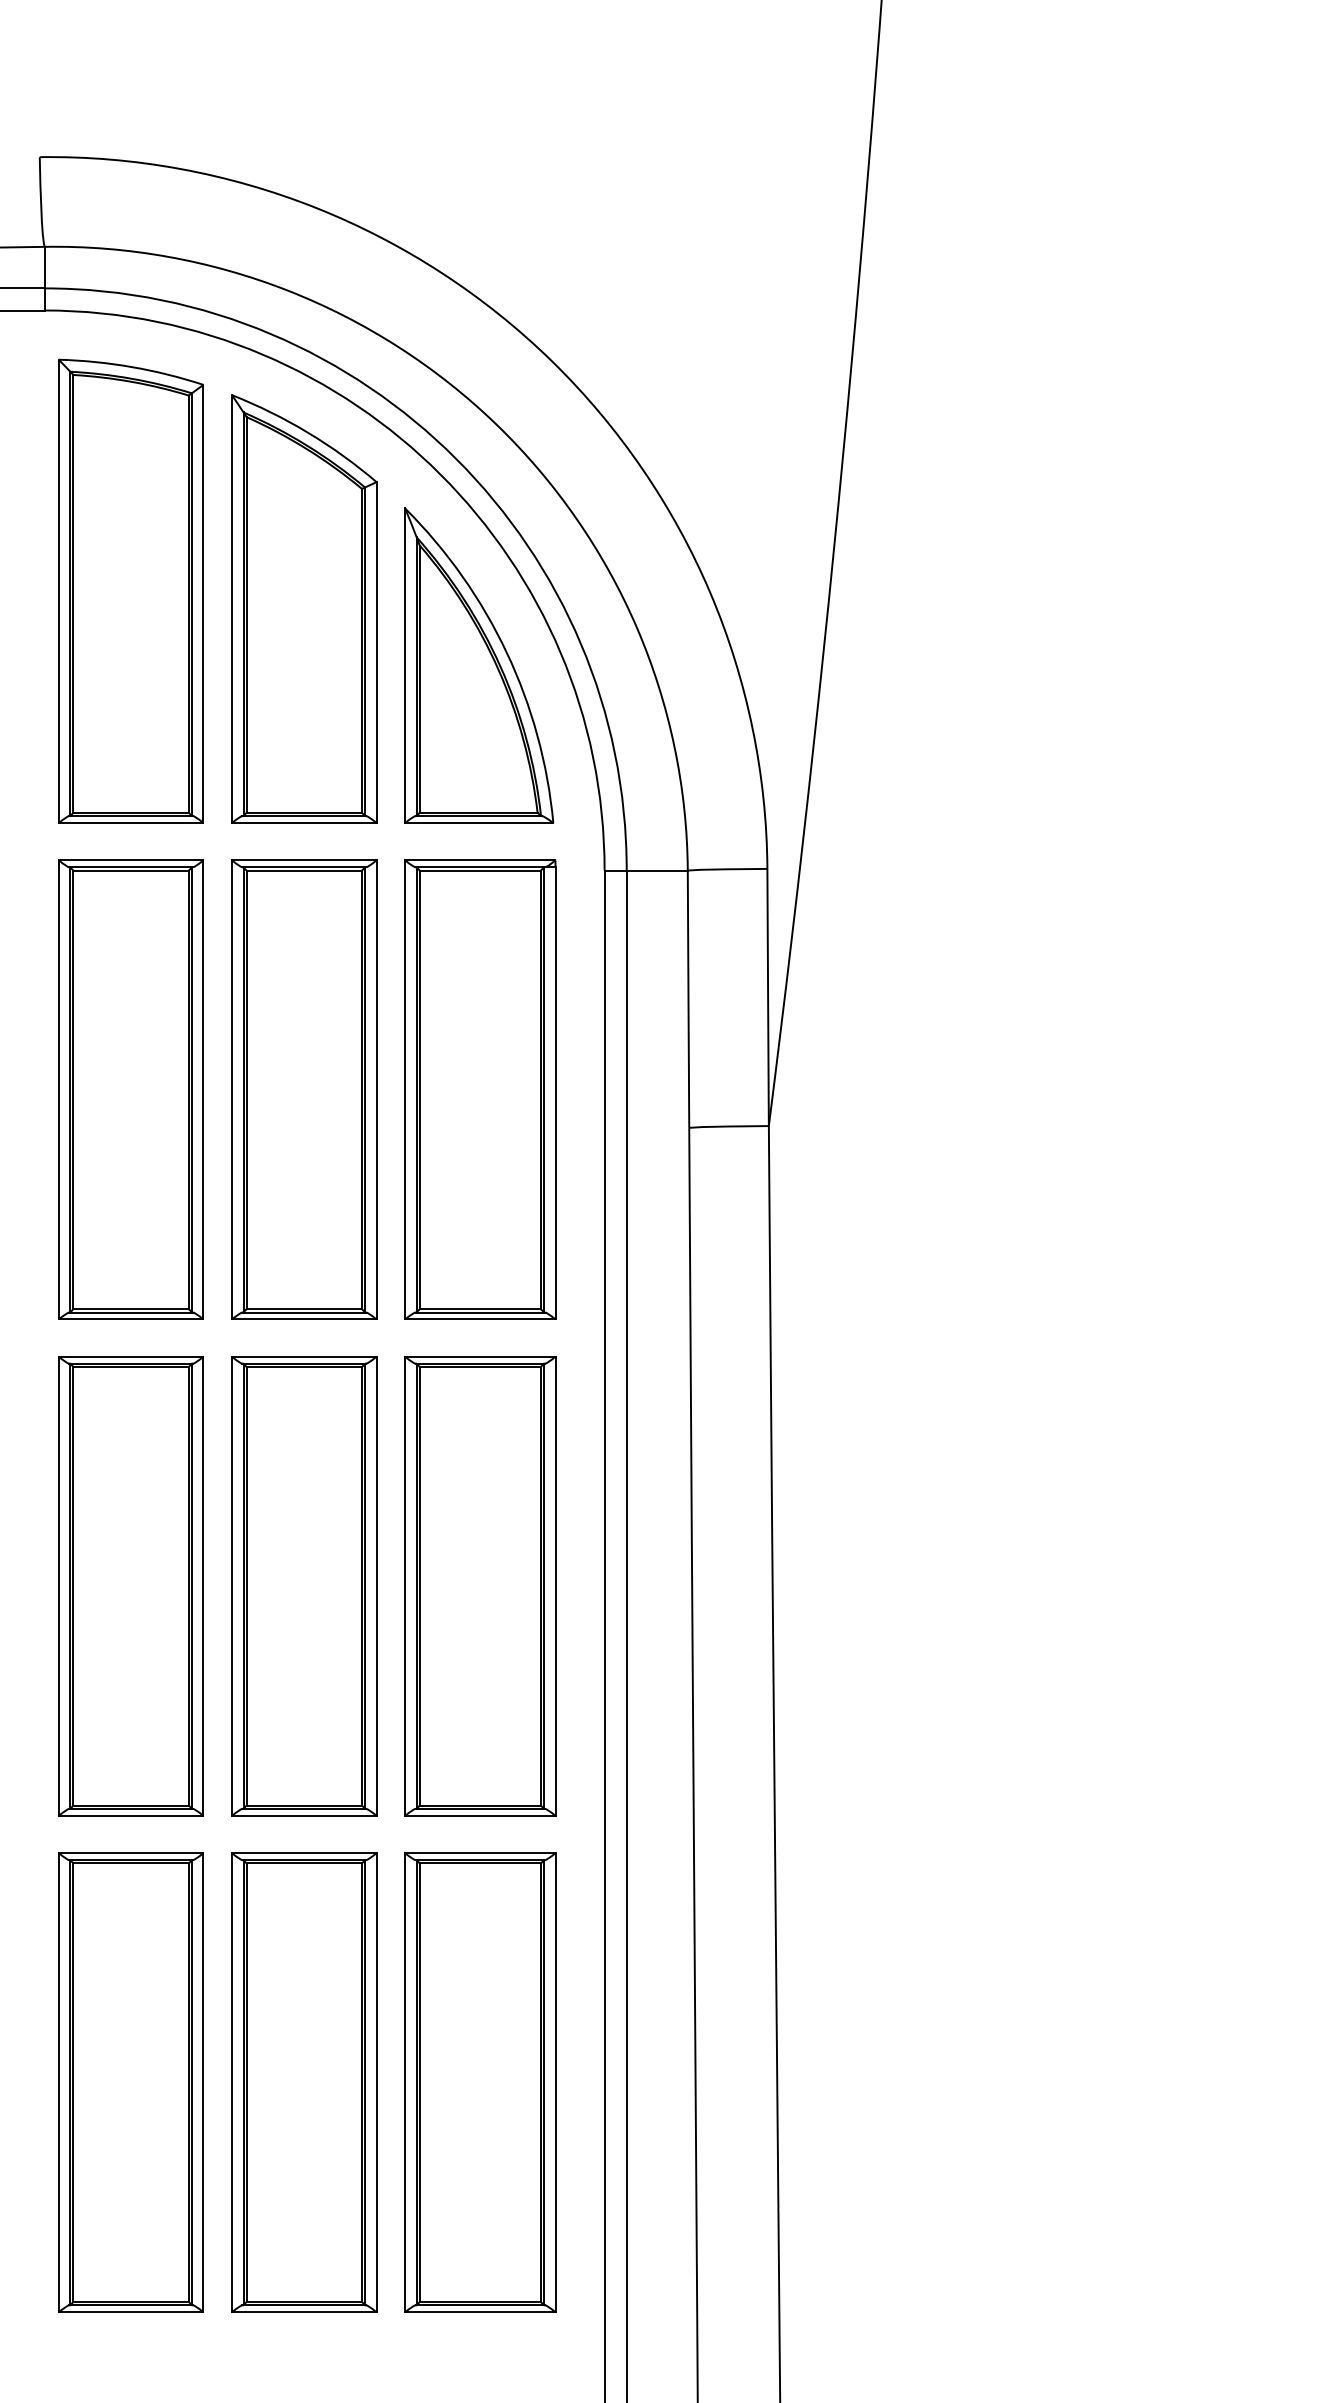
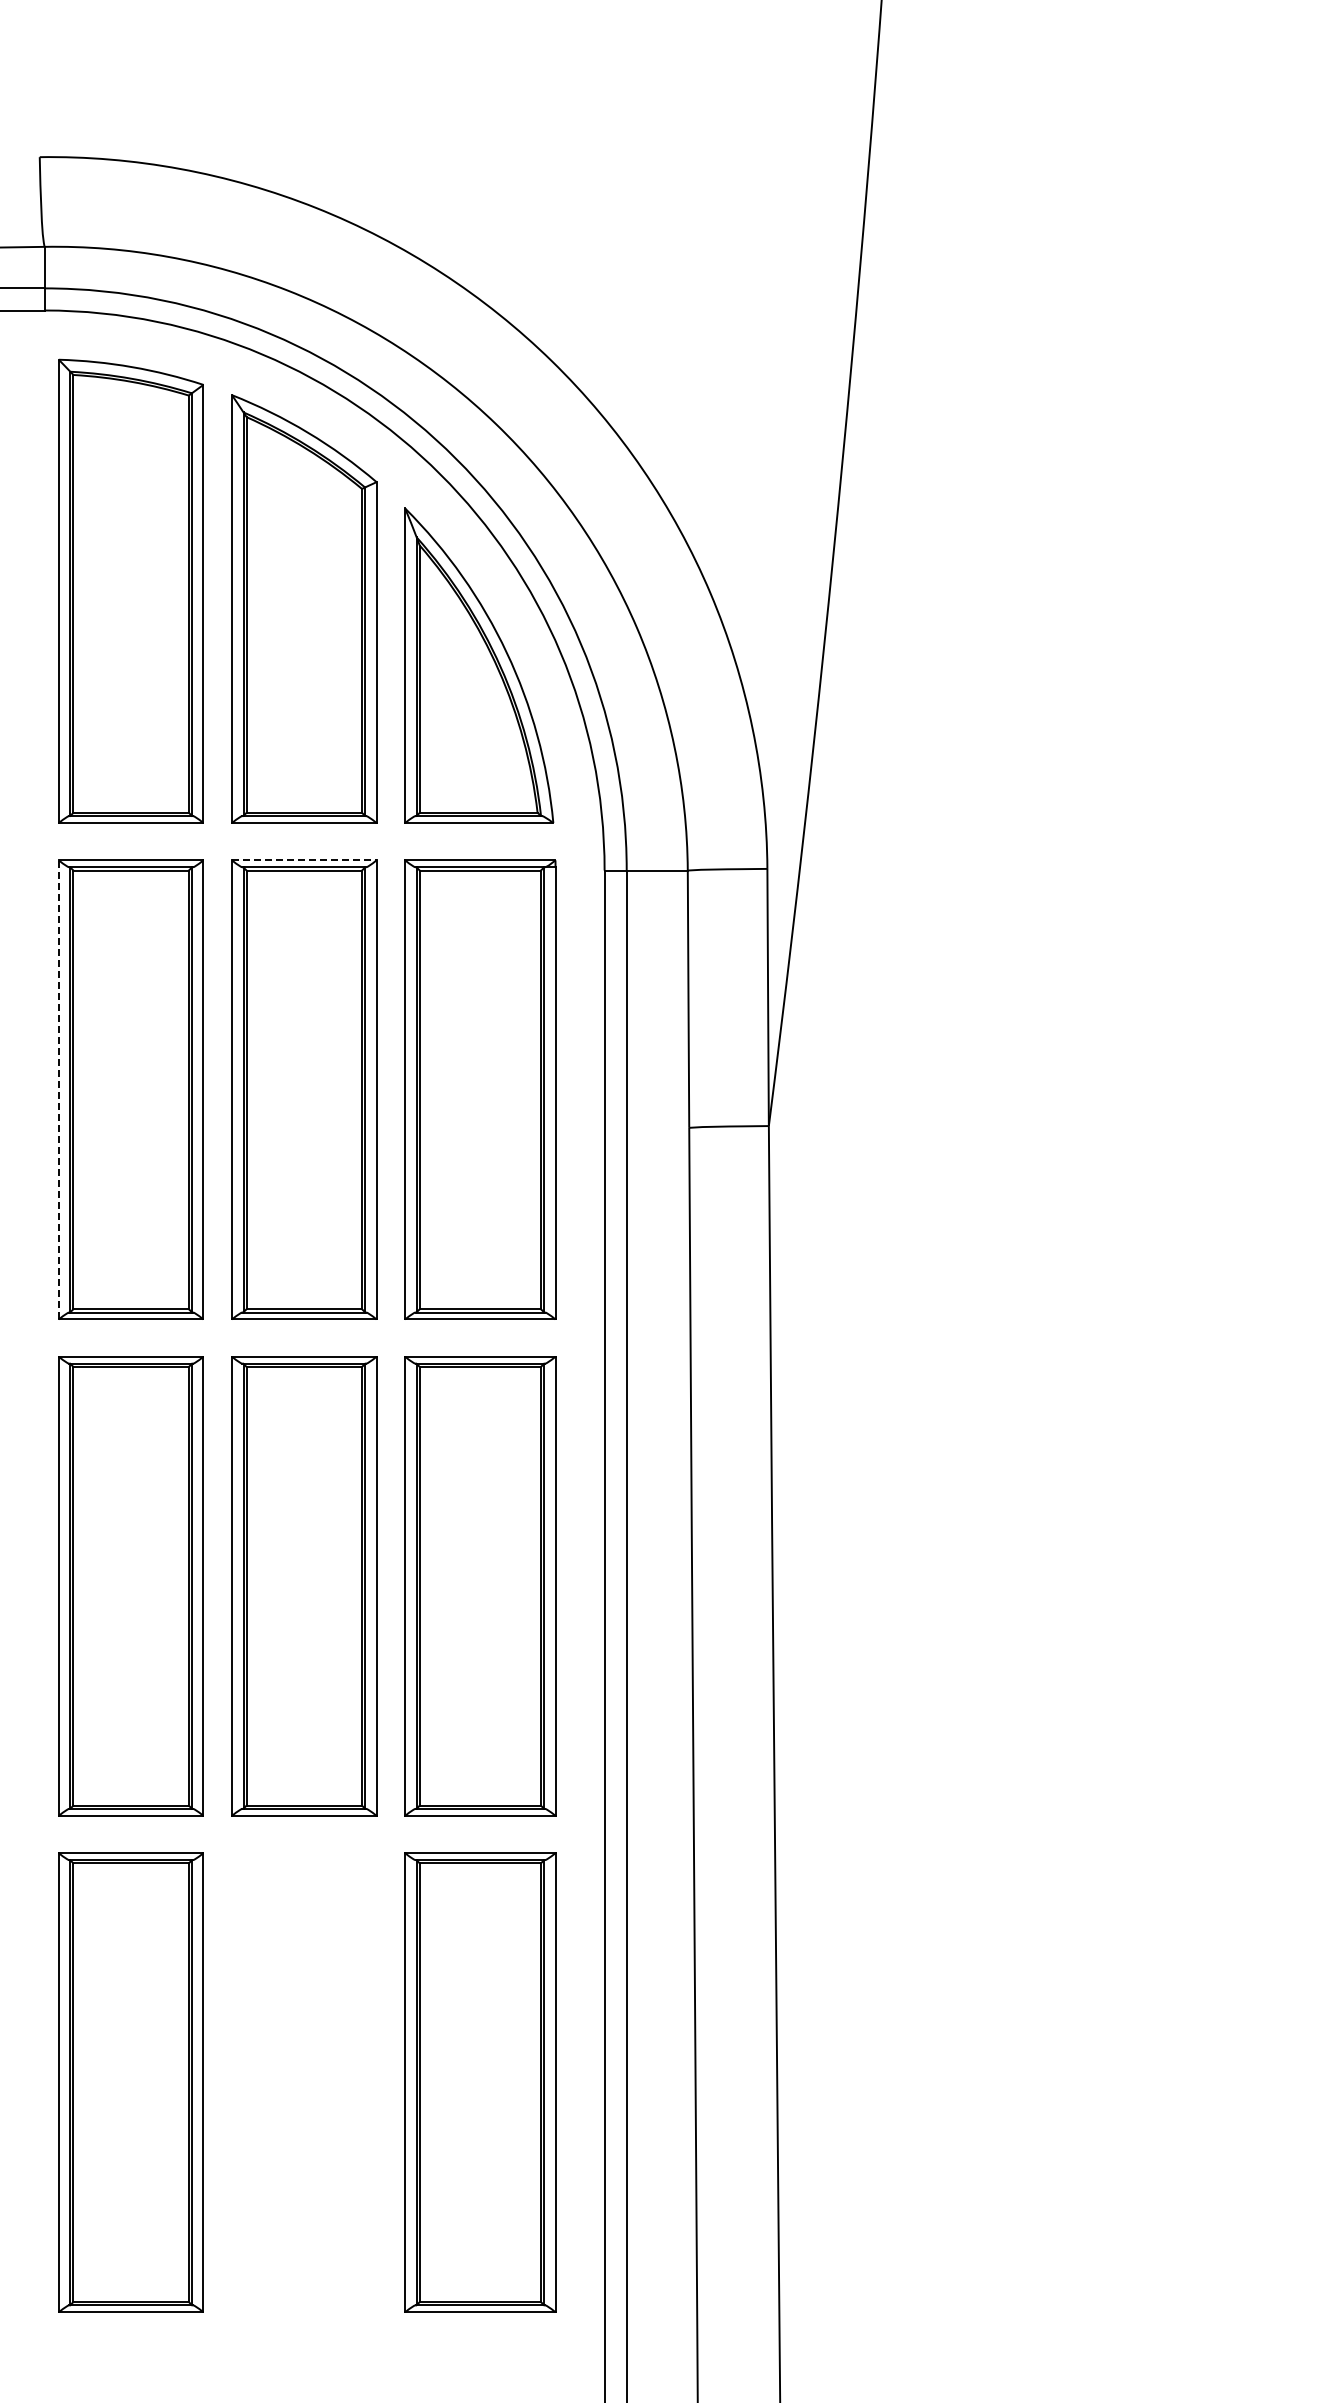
line at (304, 860): solid -> dashed
line at (58, 1089): solid -> dashed
part at (304, 2082): present -> none
